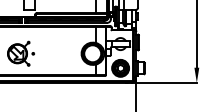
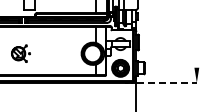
line at (196, 34): present -> none
part at (20, 53) size: 28x27 px -> 20x19 px
line at (167, 82): solid -> dashed
